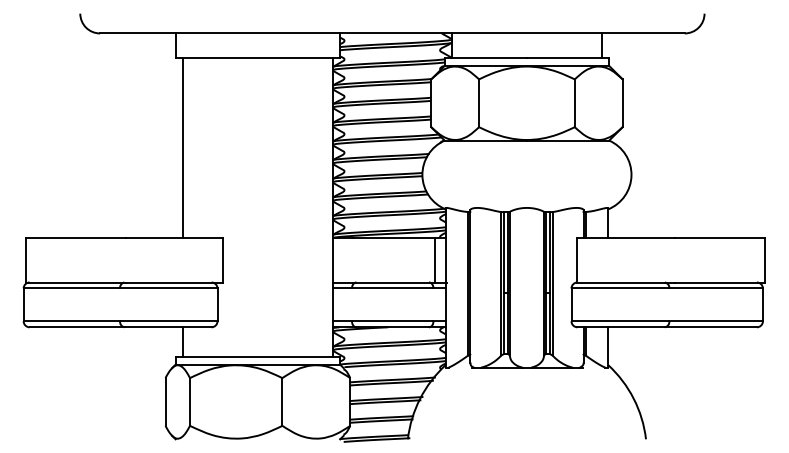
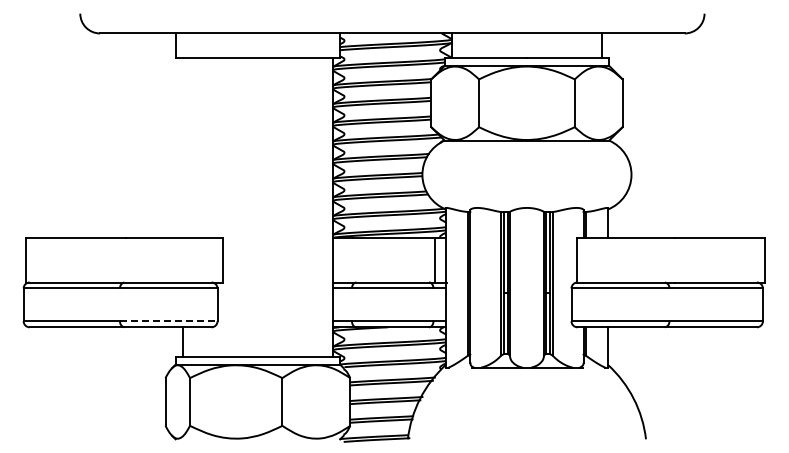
line at (183, 147): present -> none
line at (168, 321): solid -> dashed
